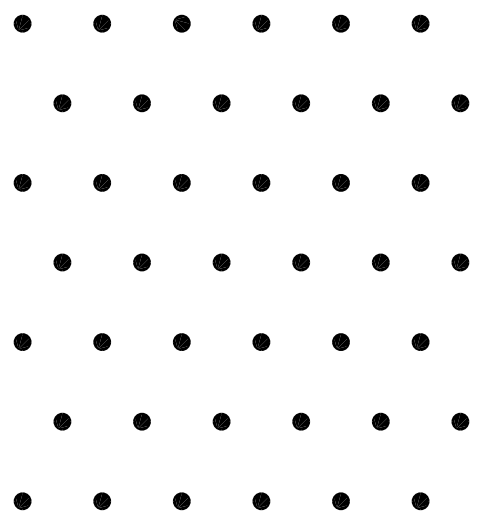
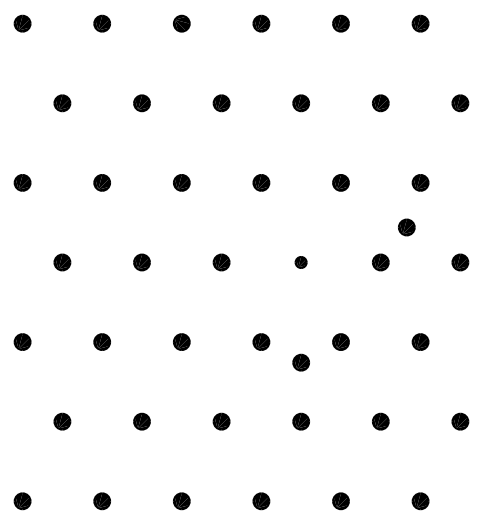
part at (406, 227): none -> present
part at (300, 262) size: 18x19 px -> 14x13 px
part at (300, 362): none -> present
